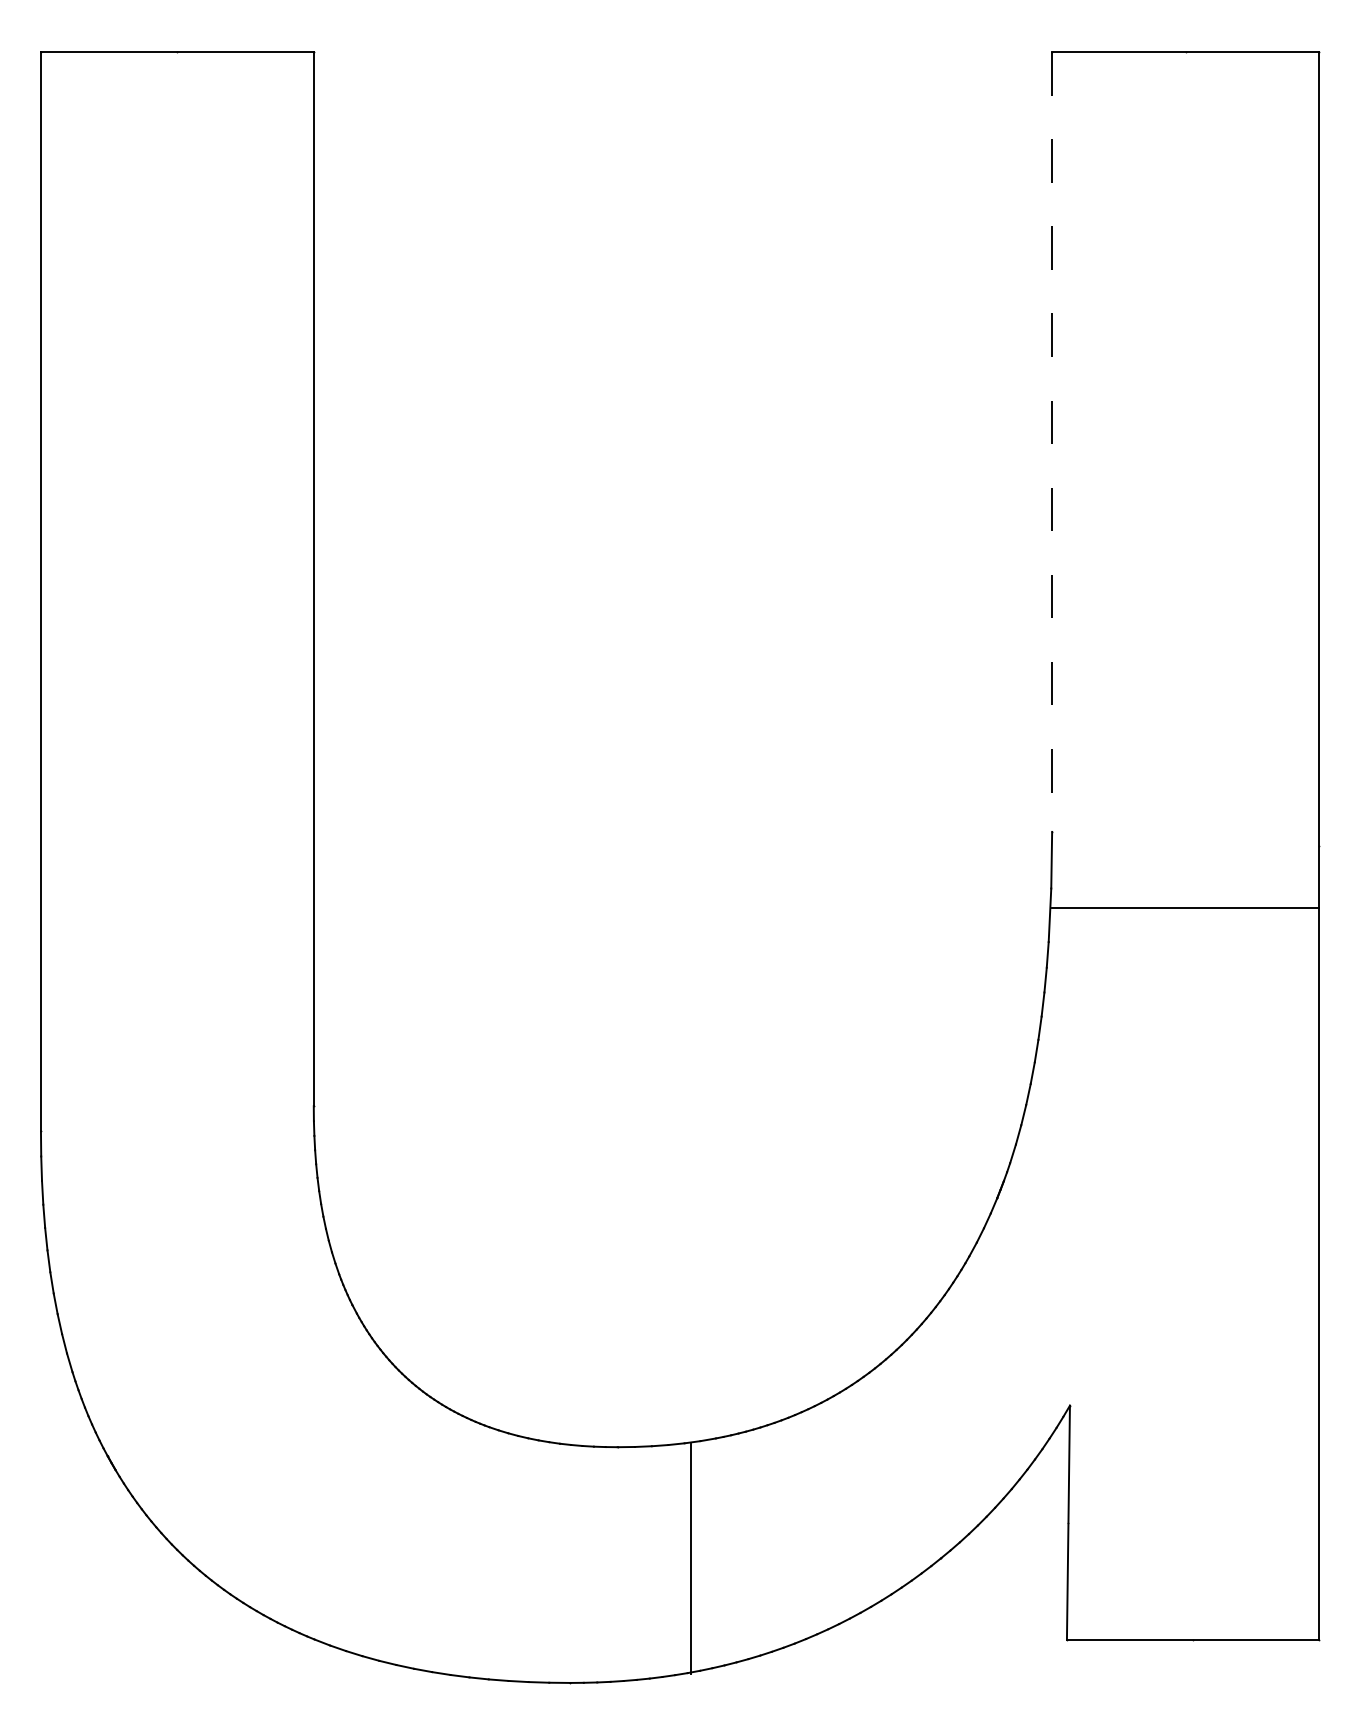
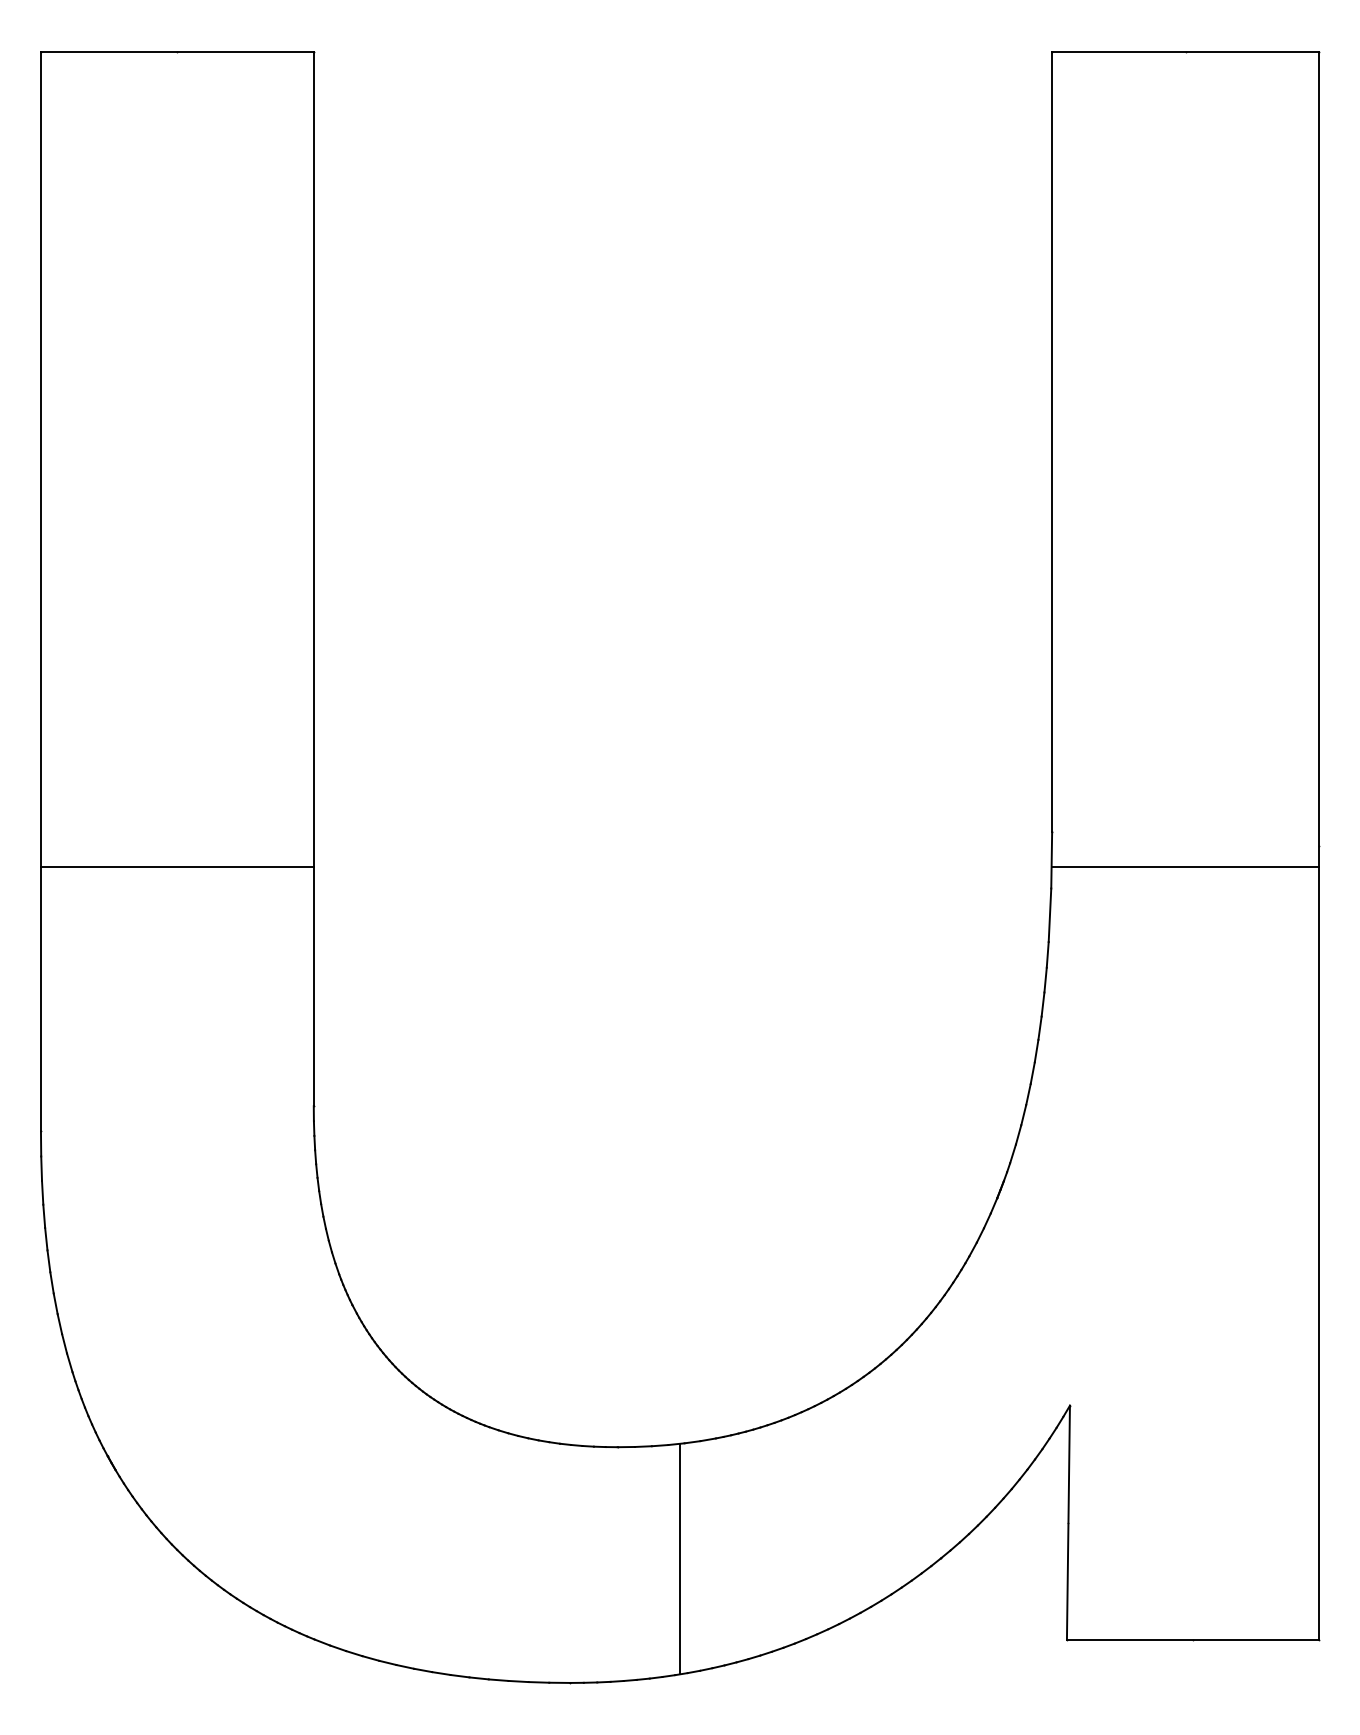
line at (1052, 441): dashed -> solid
line at (176, 867): none -> present
line at (1185, 908) position: (1185, 908) -> (1185, 867)
line at (691, 1558) position: (691, 1558) -> (680, 1558)
